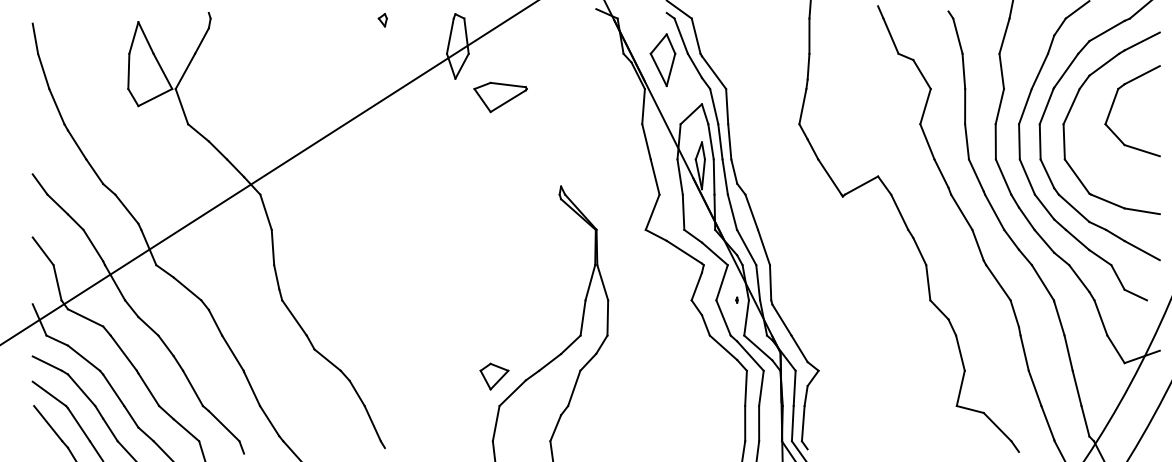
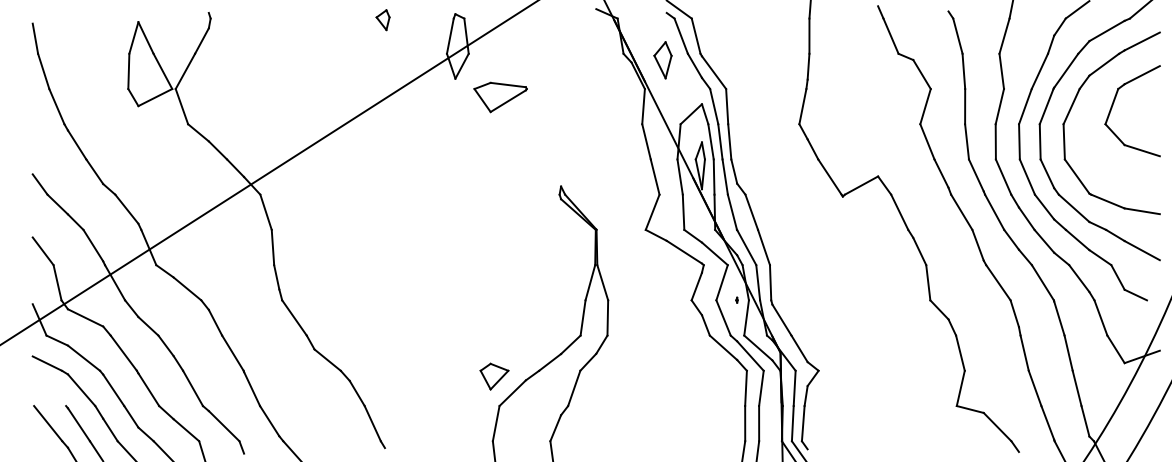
part at (382, 20) size: 11x15 px -> 16x23 px
part at (662, 60) size: 28x55 px -> 20x39 px
line at (49, 393): present -> none
